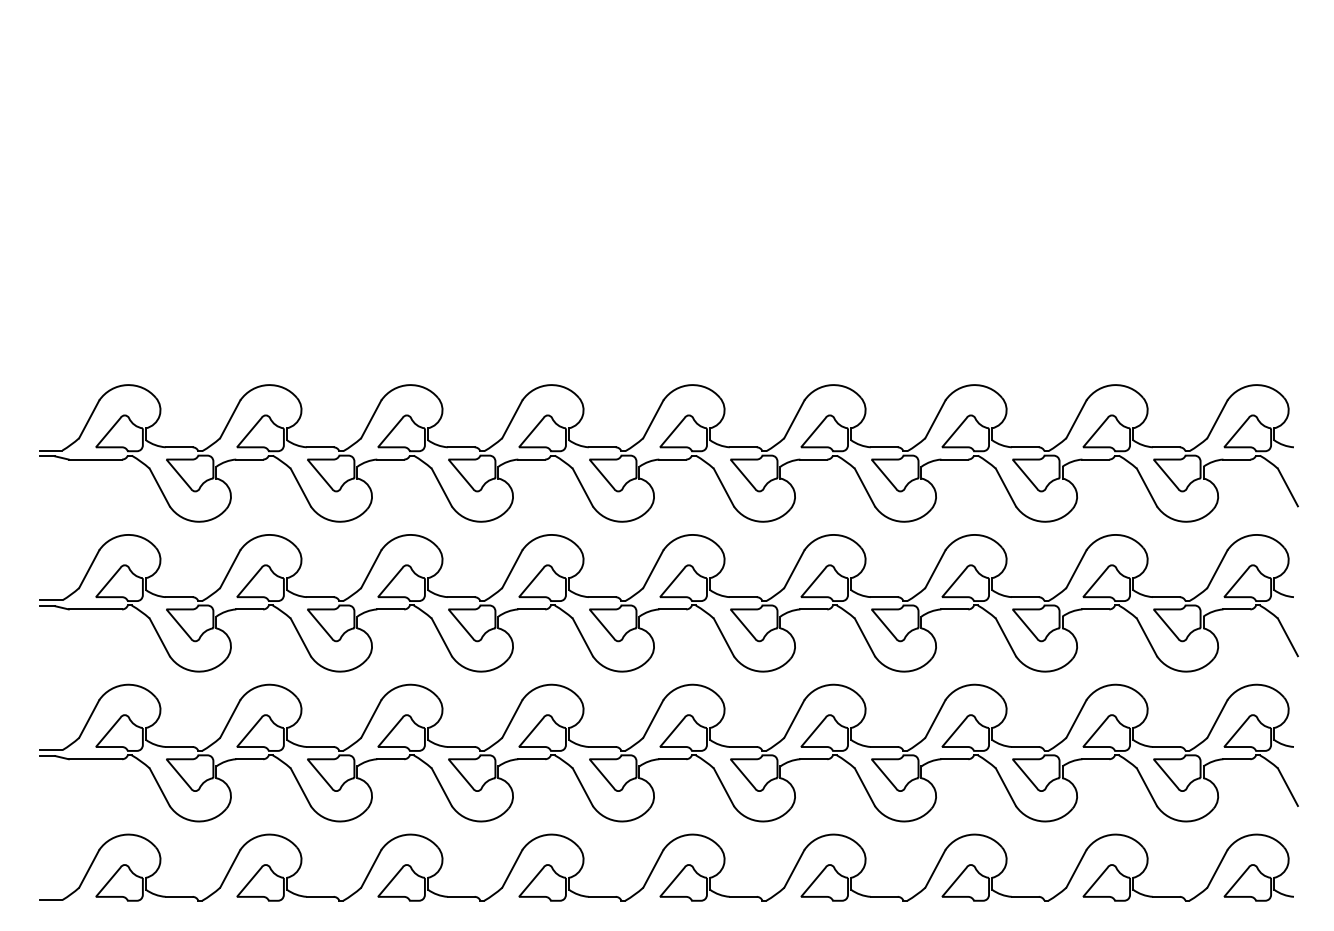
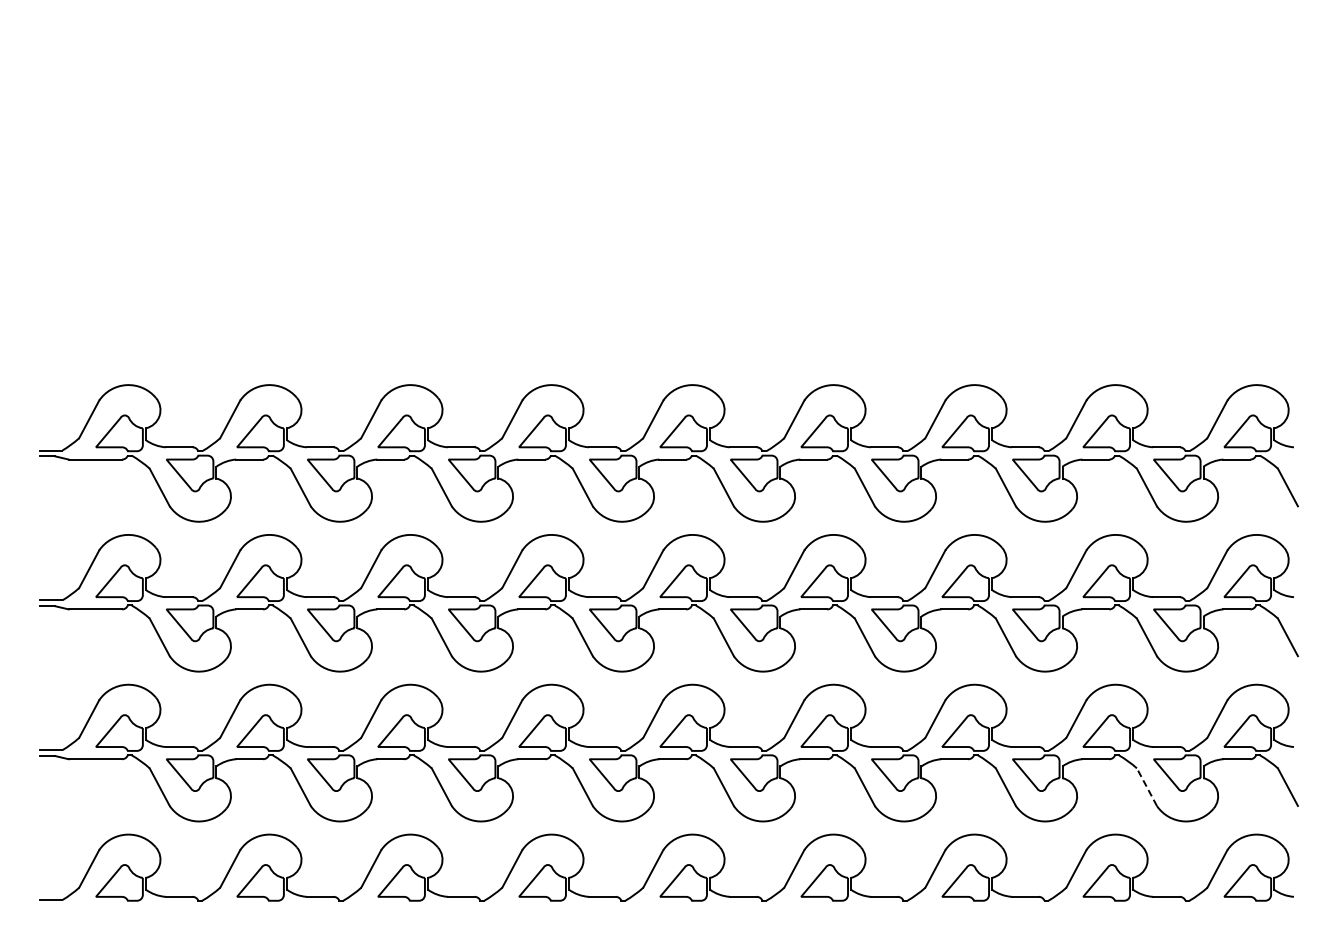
line at (1146, 786): solid -> dashed
